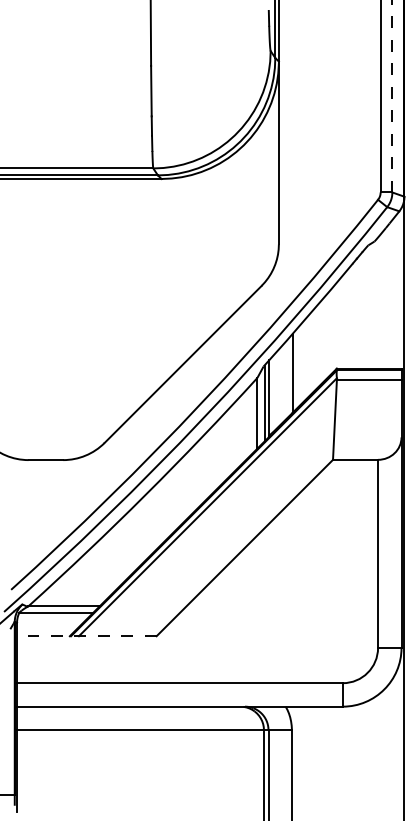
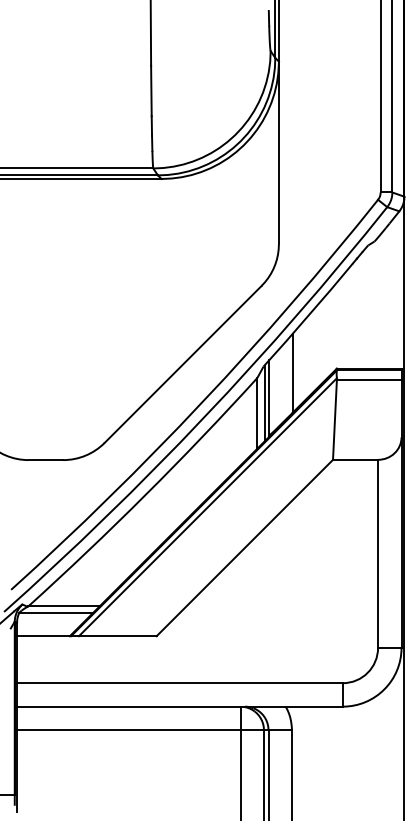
line at (392, 96): dashed -> solid
line at (86, 636): dashed -> solid
line at (240, 761): none -> present
